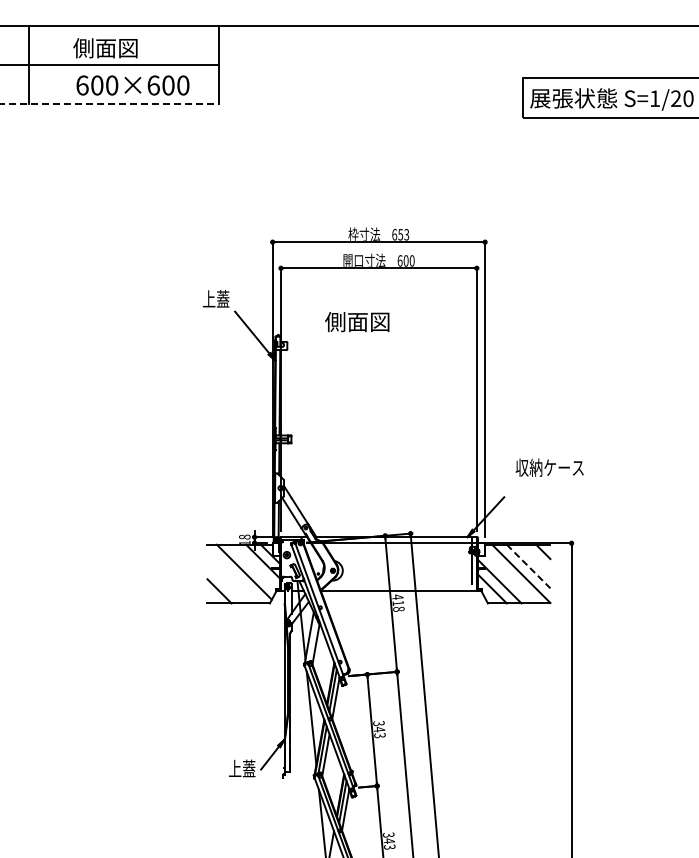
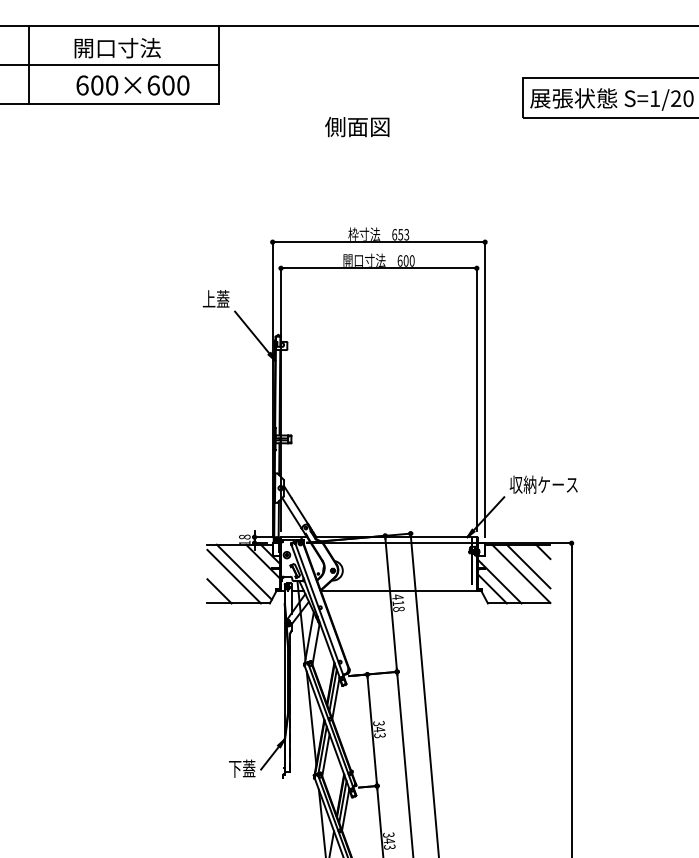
text at (116, 48): 側面図 -> 開口寸法
line at (109, 104): dashed -> solid
text at (357, 322) position: (357, 322) -> (357, 127)
text at (549, 467) position: (549, 467) -> (543, 484)
line at (528, 566): dashed -> solid
line at (233, 576): none -> present
text at (234, 768): 上蓋 -> 下蓋
